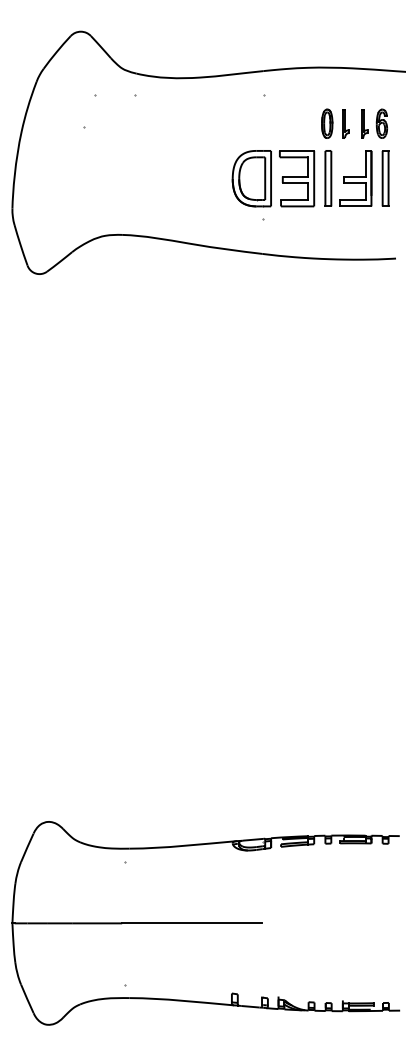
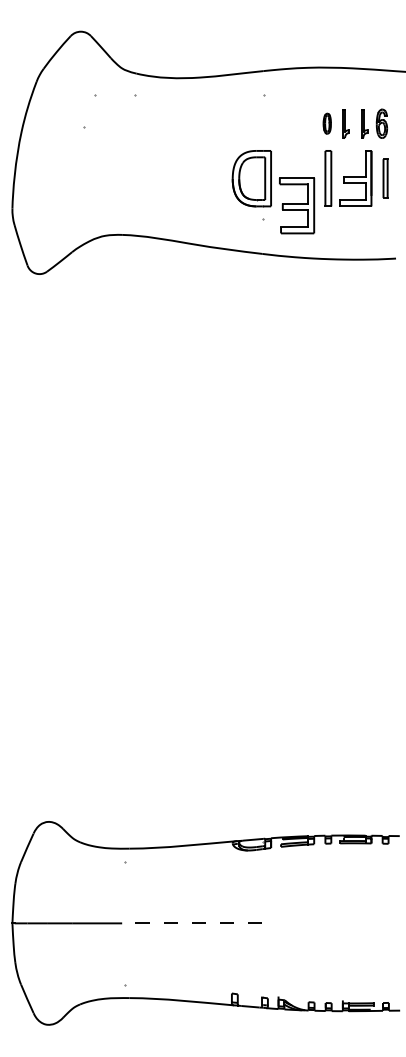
part at (327, 123) size: 13x31 px -> 10x23 px
part at (297, 178) position: (297, 178) -> (297, 205)
part at (385, 178) size: 9x57 px -> 7x41 px
line at (191, 923): solid -> dashed
